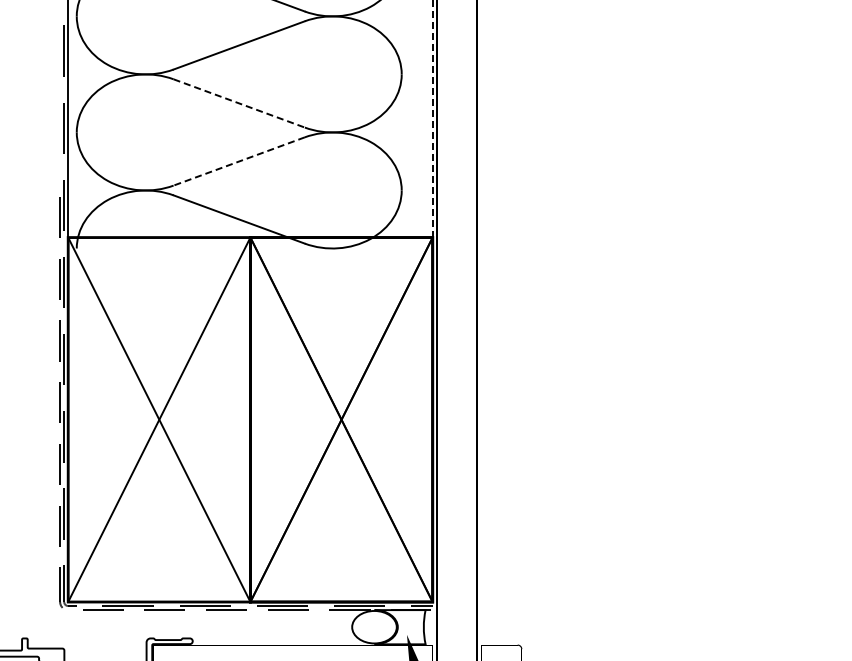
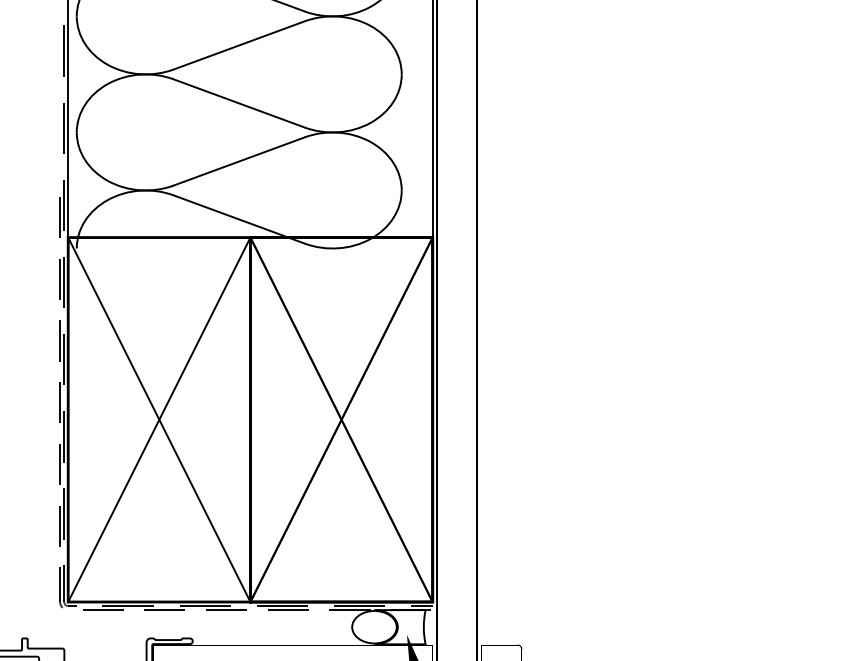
line at (239, 103): dashed -> solid
line at (432, 118): dashed -> solid
line at (239, 161): dashed -> solid
